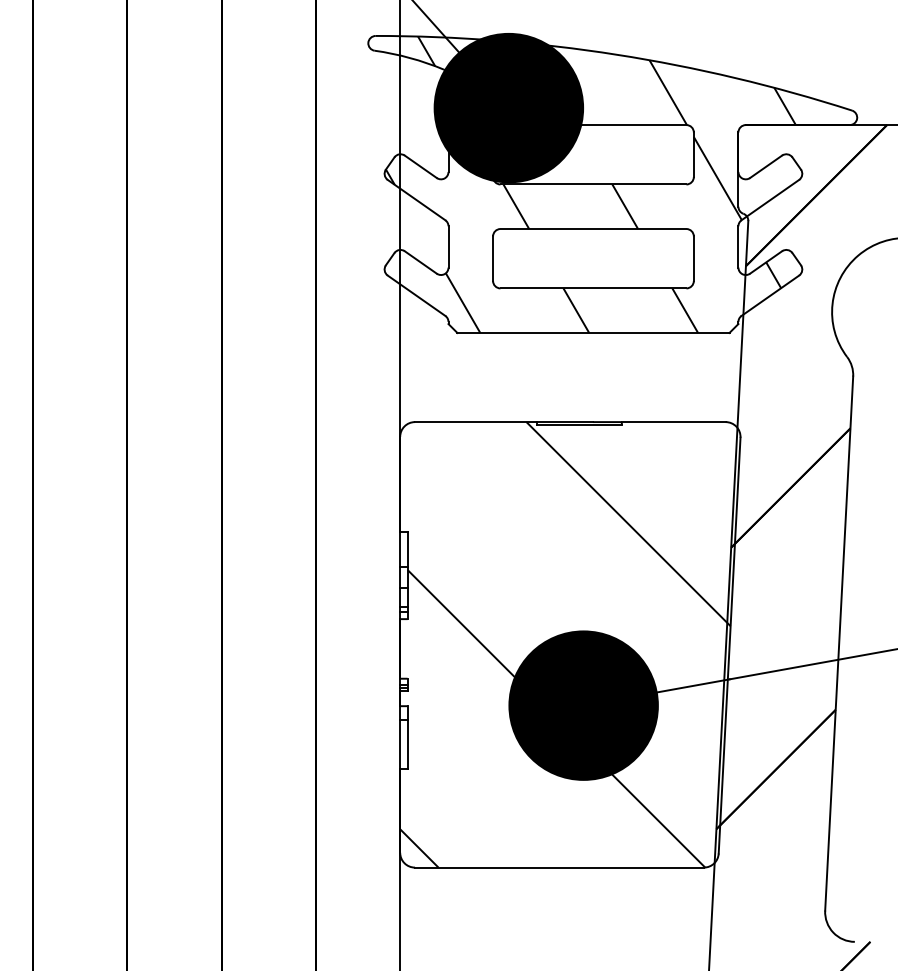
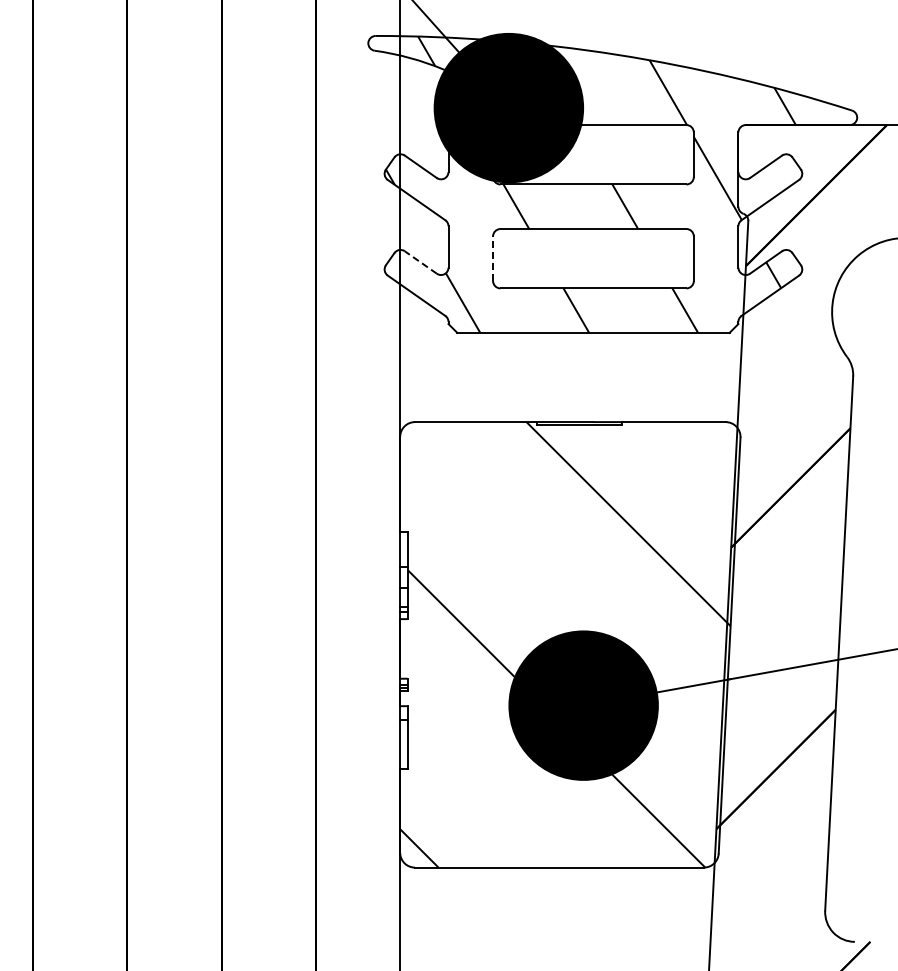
line at (493, 258): solid -> dashed
line at (420, 262): solid -> dashed
